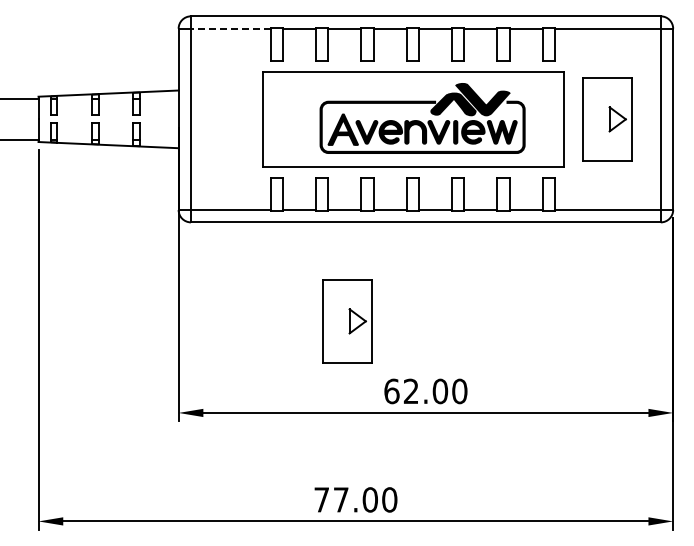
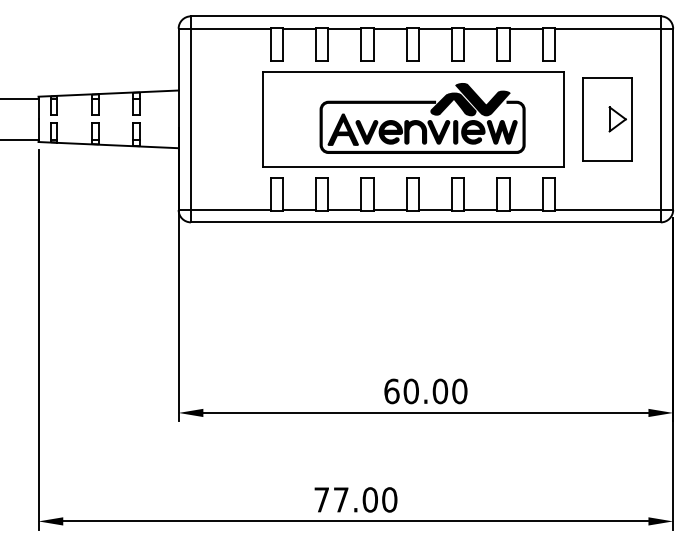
line at (230, 28): dashed -> solid
part at (347, 321): present -> none
text at (410, 391): 62.00 -> 60.00
